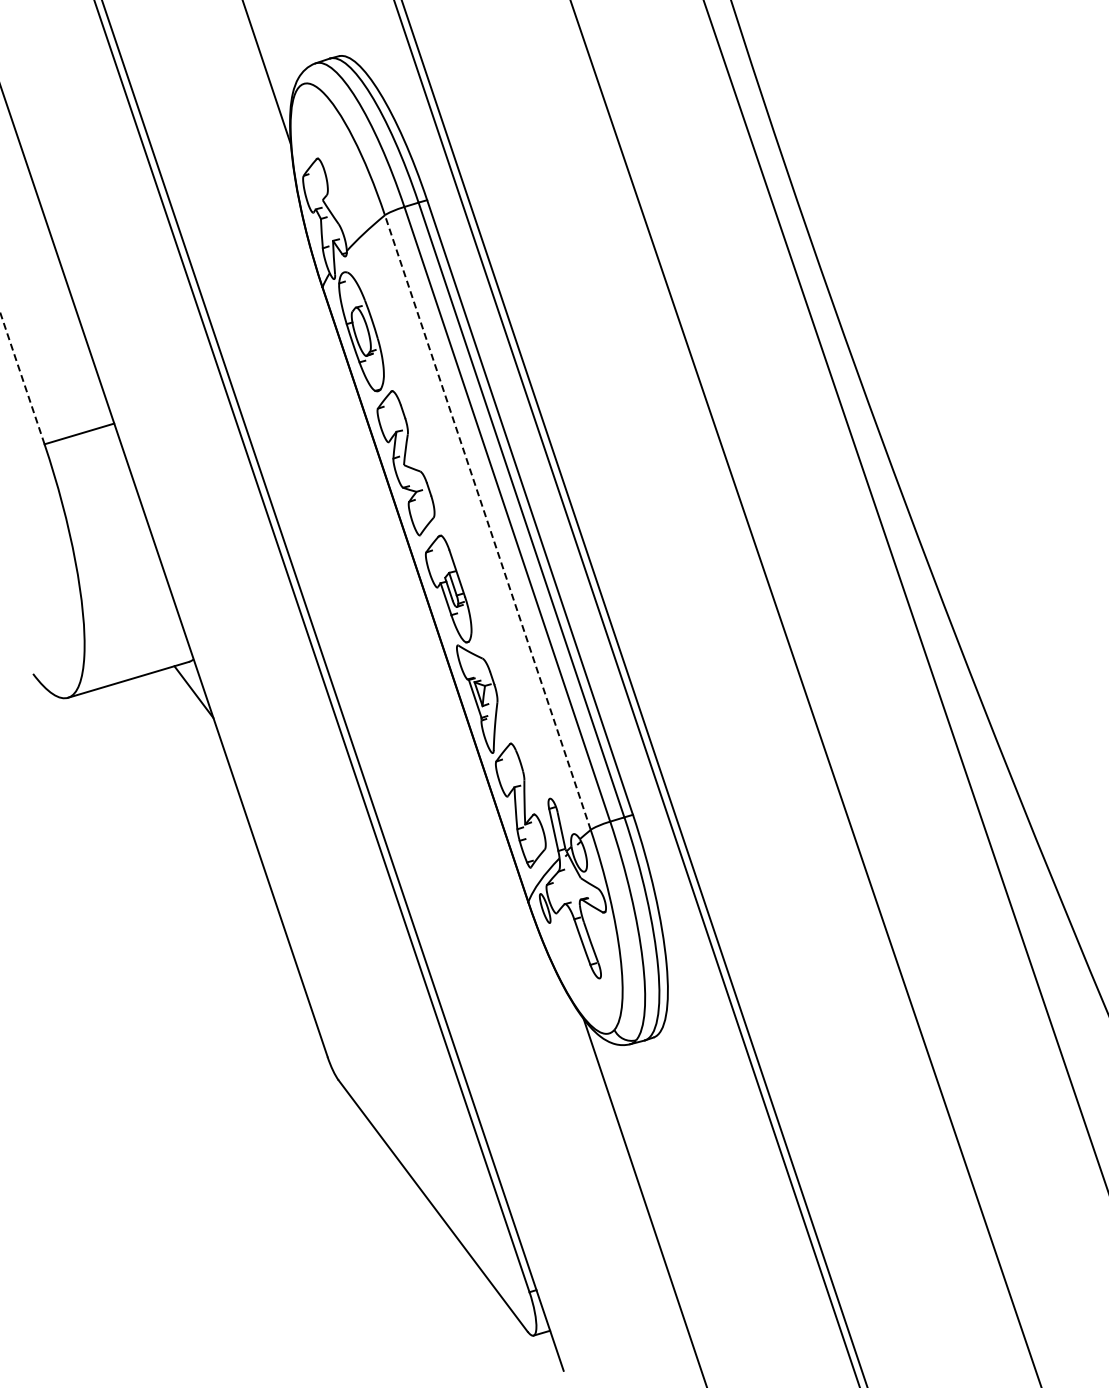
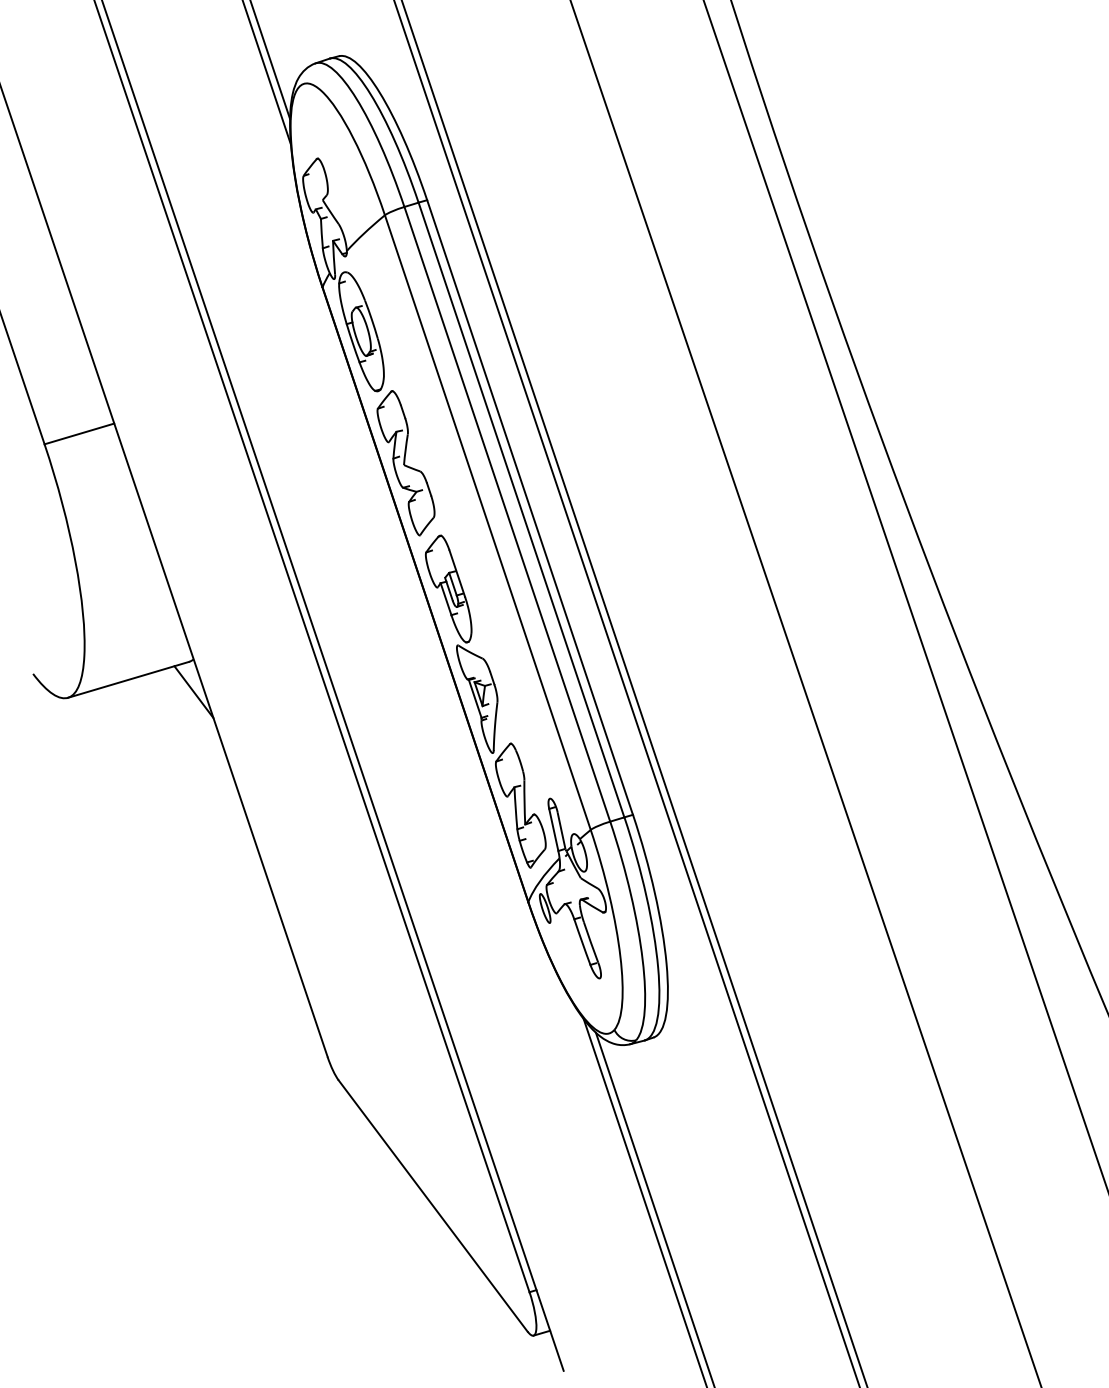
line at (270, 60): none -> present
line at (22, 378): dashed -> solid
line at (487, 522): dashed -> solid
line at (654, 1208): none -> present
